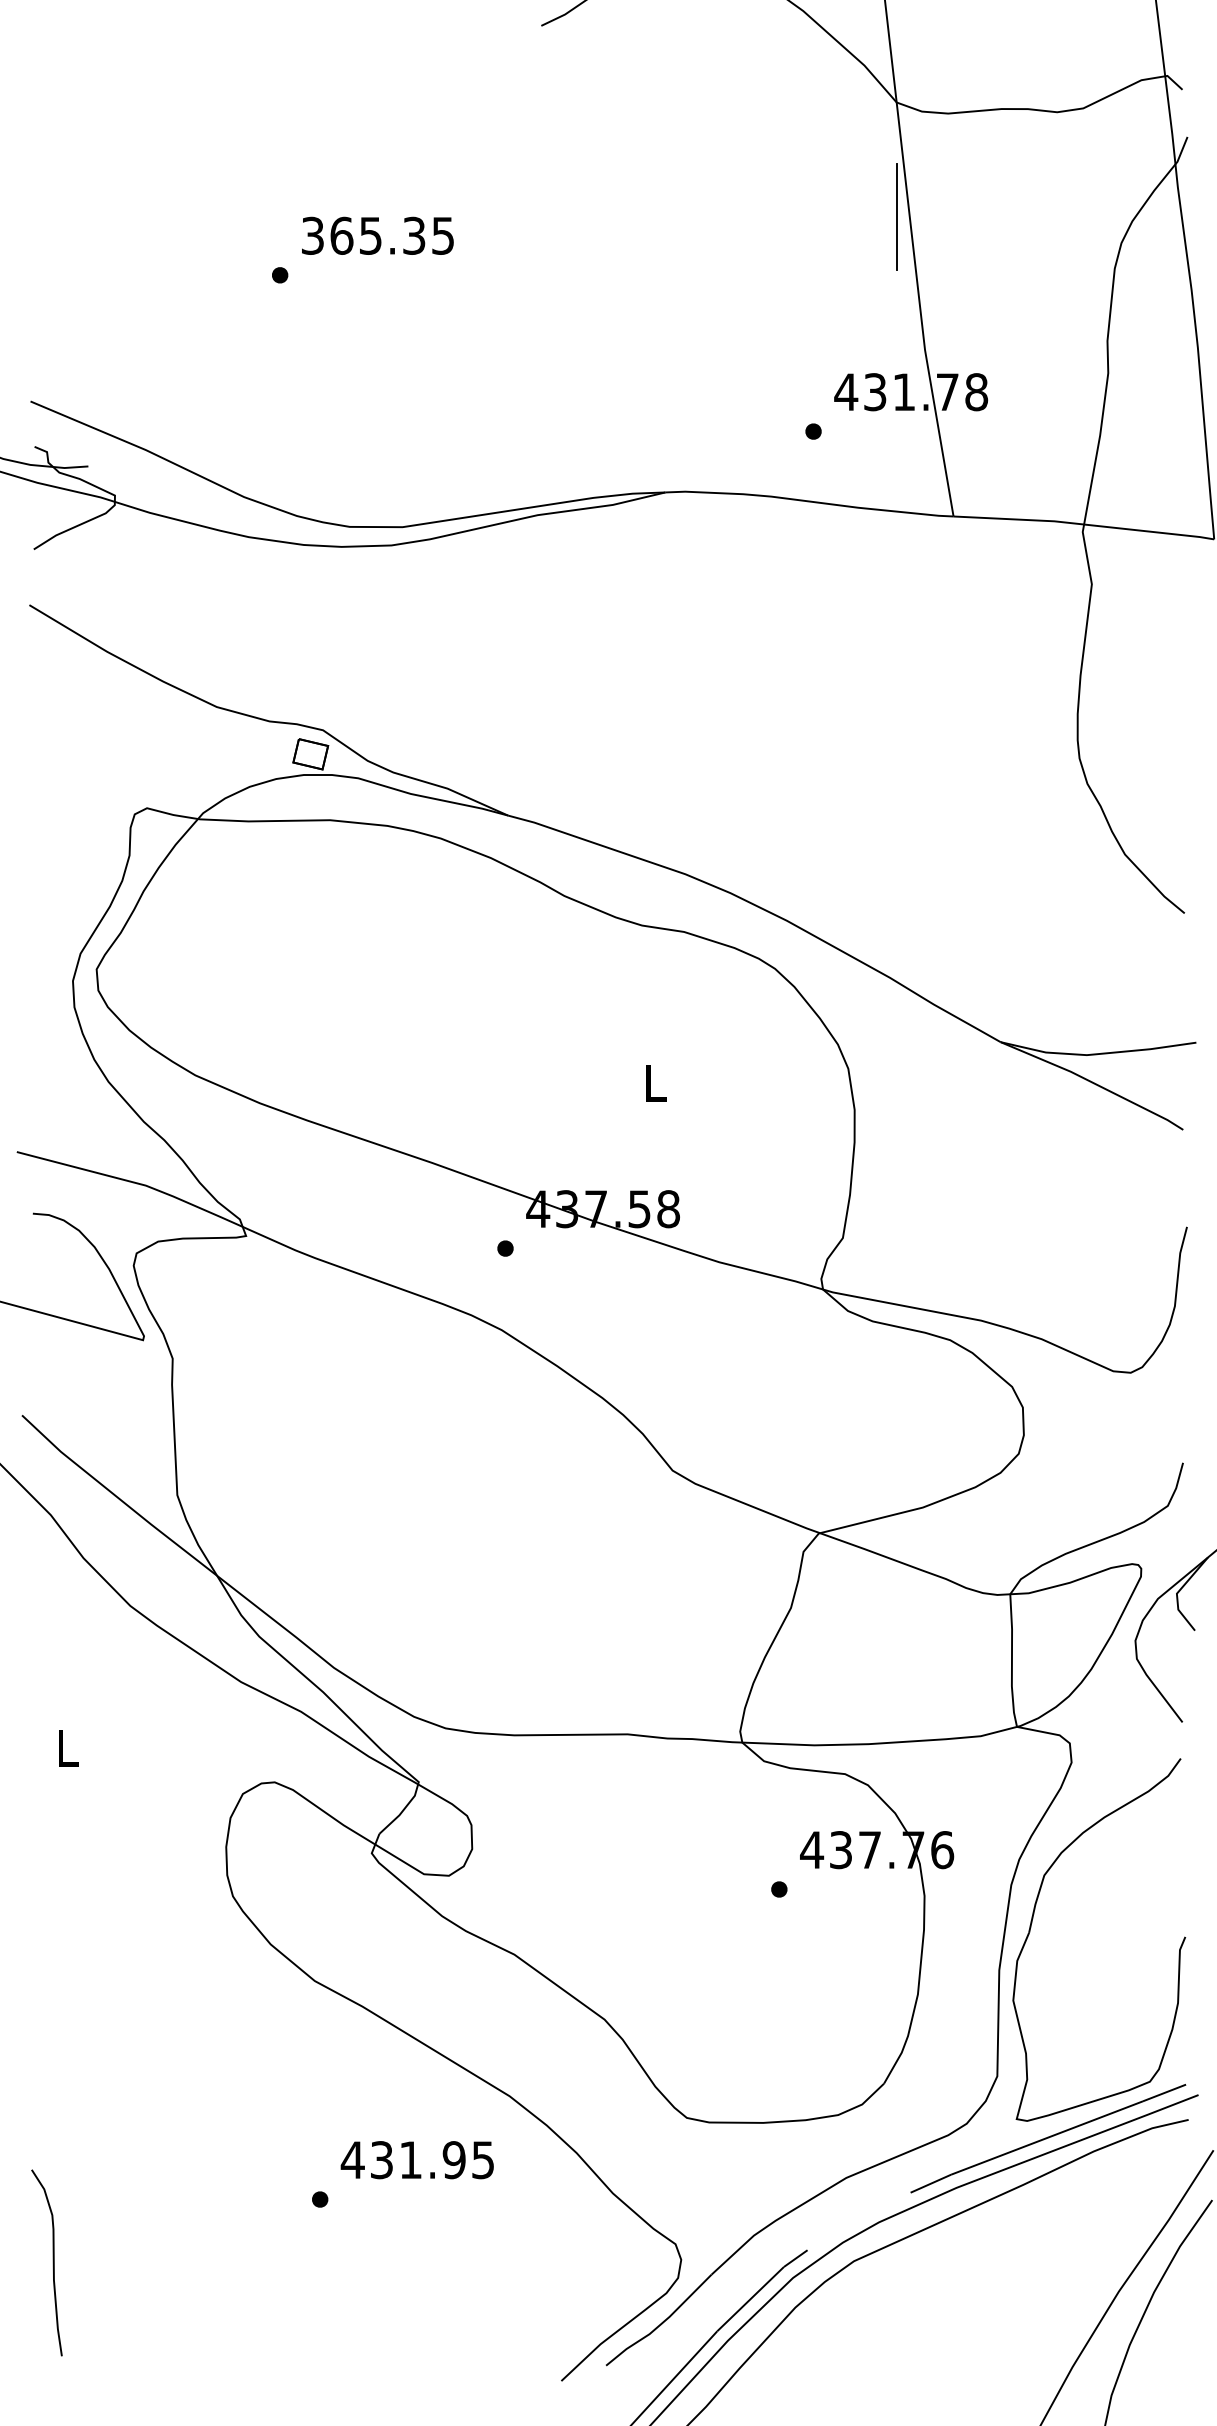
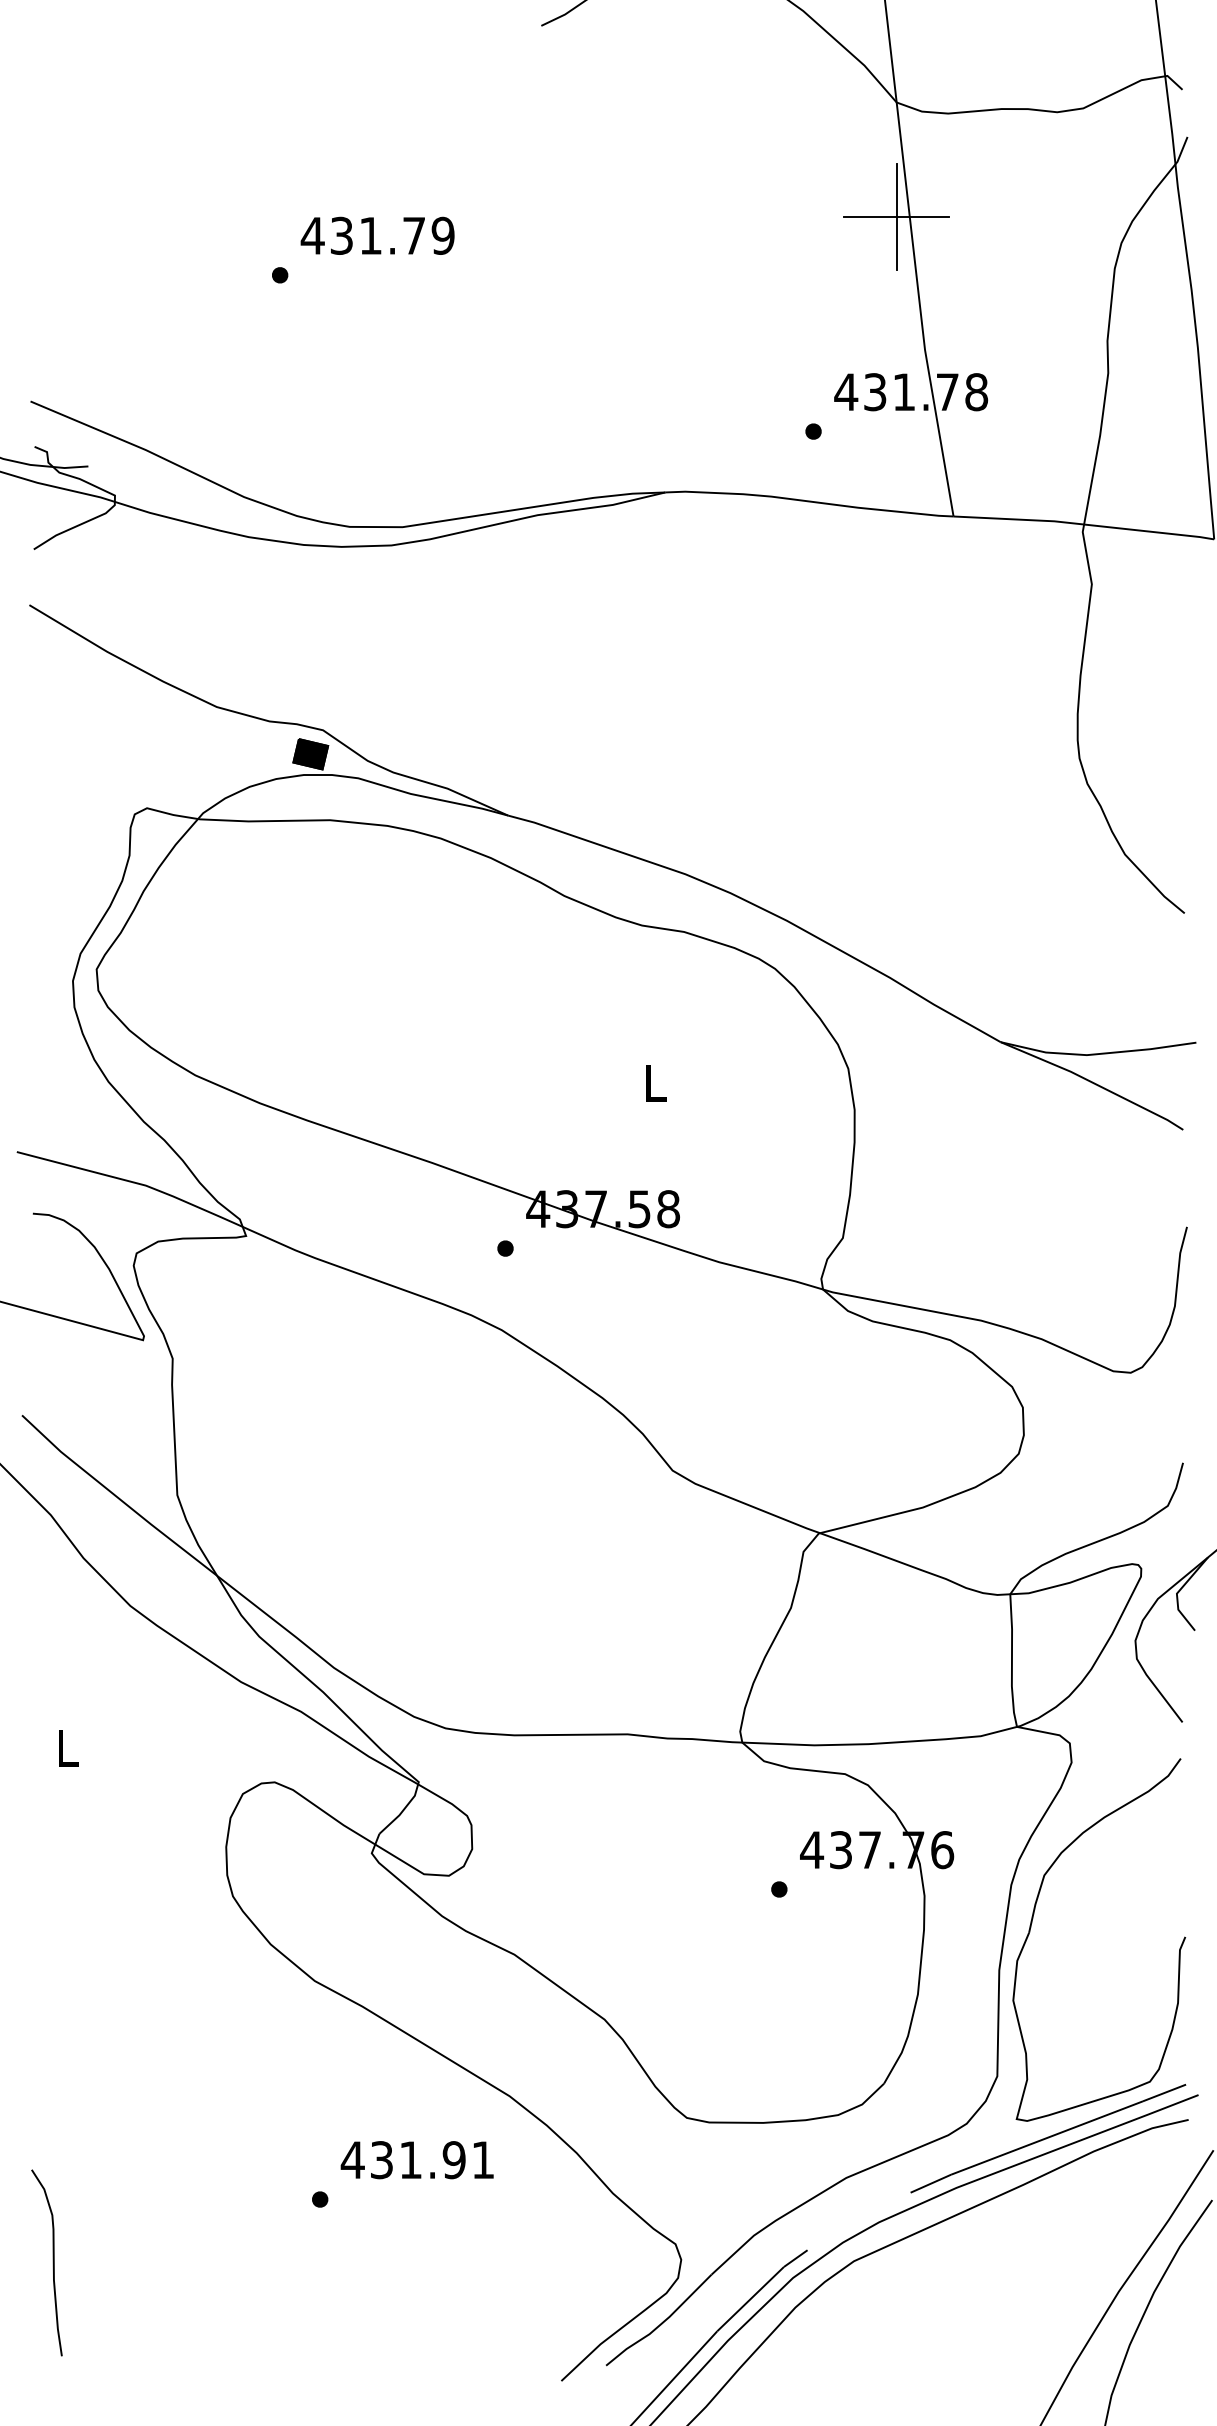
line at (896, 217): none -> present
text at (377, 235): 365.35 -> 431.79
fill at (310, 754): none -> present
text at (482, 2160): 431.95 -> 431.91
